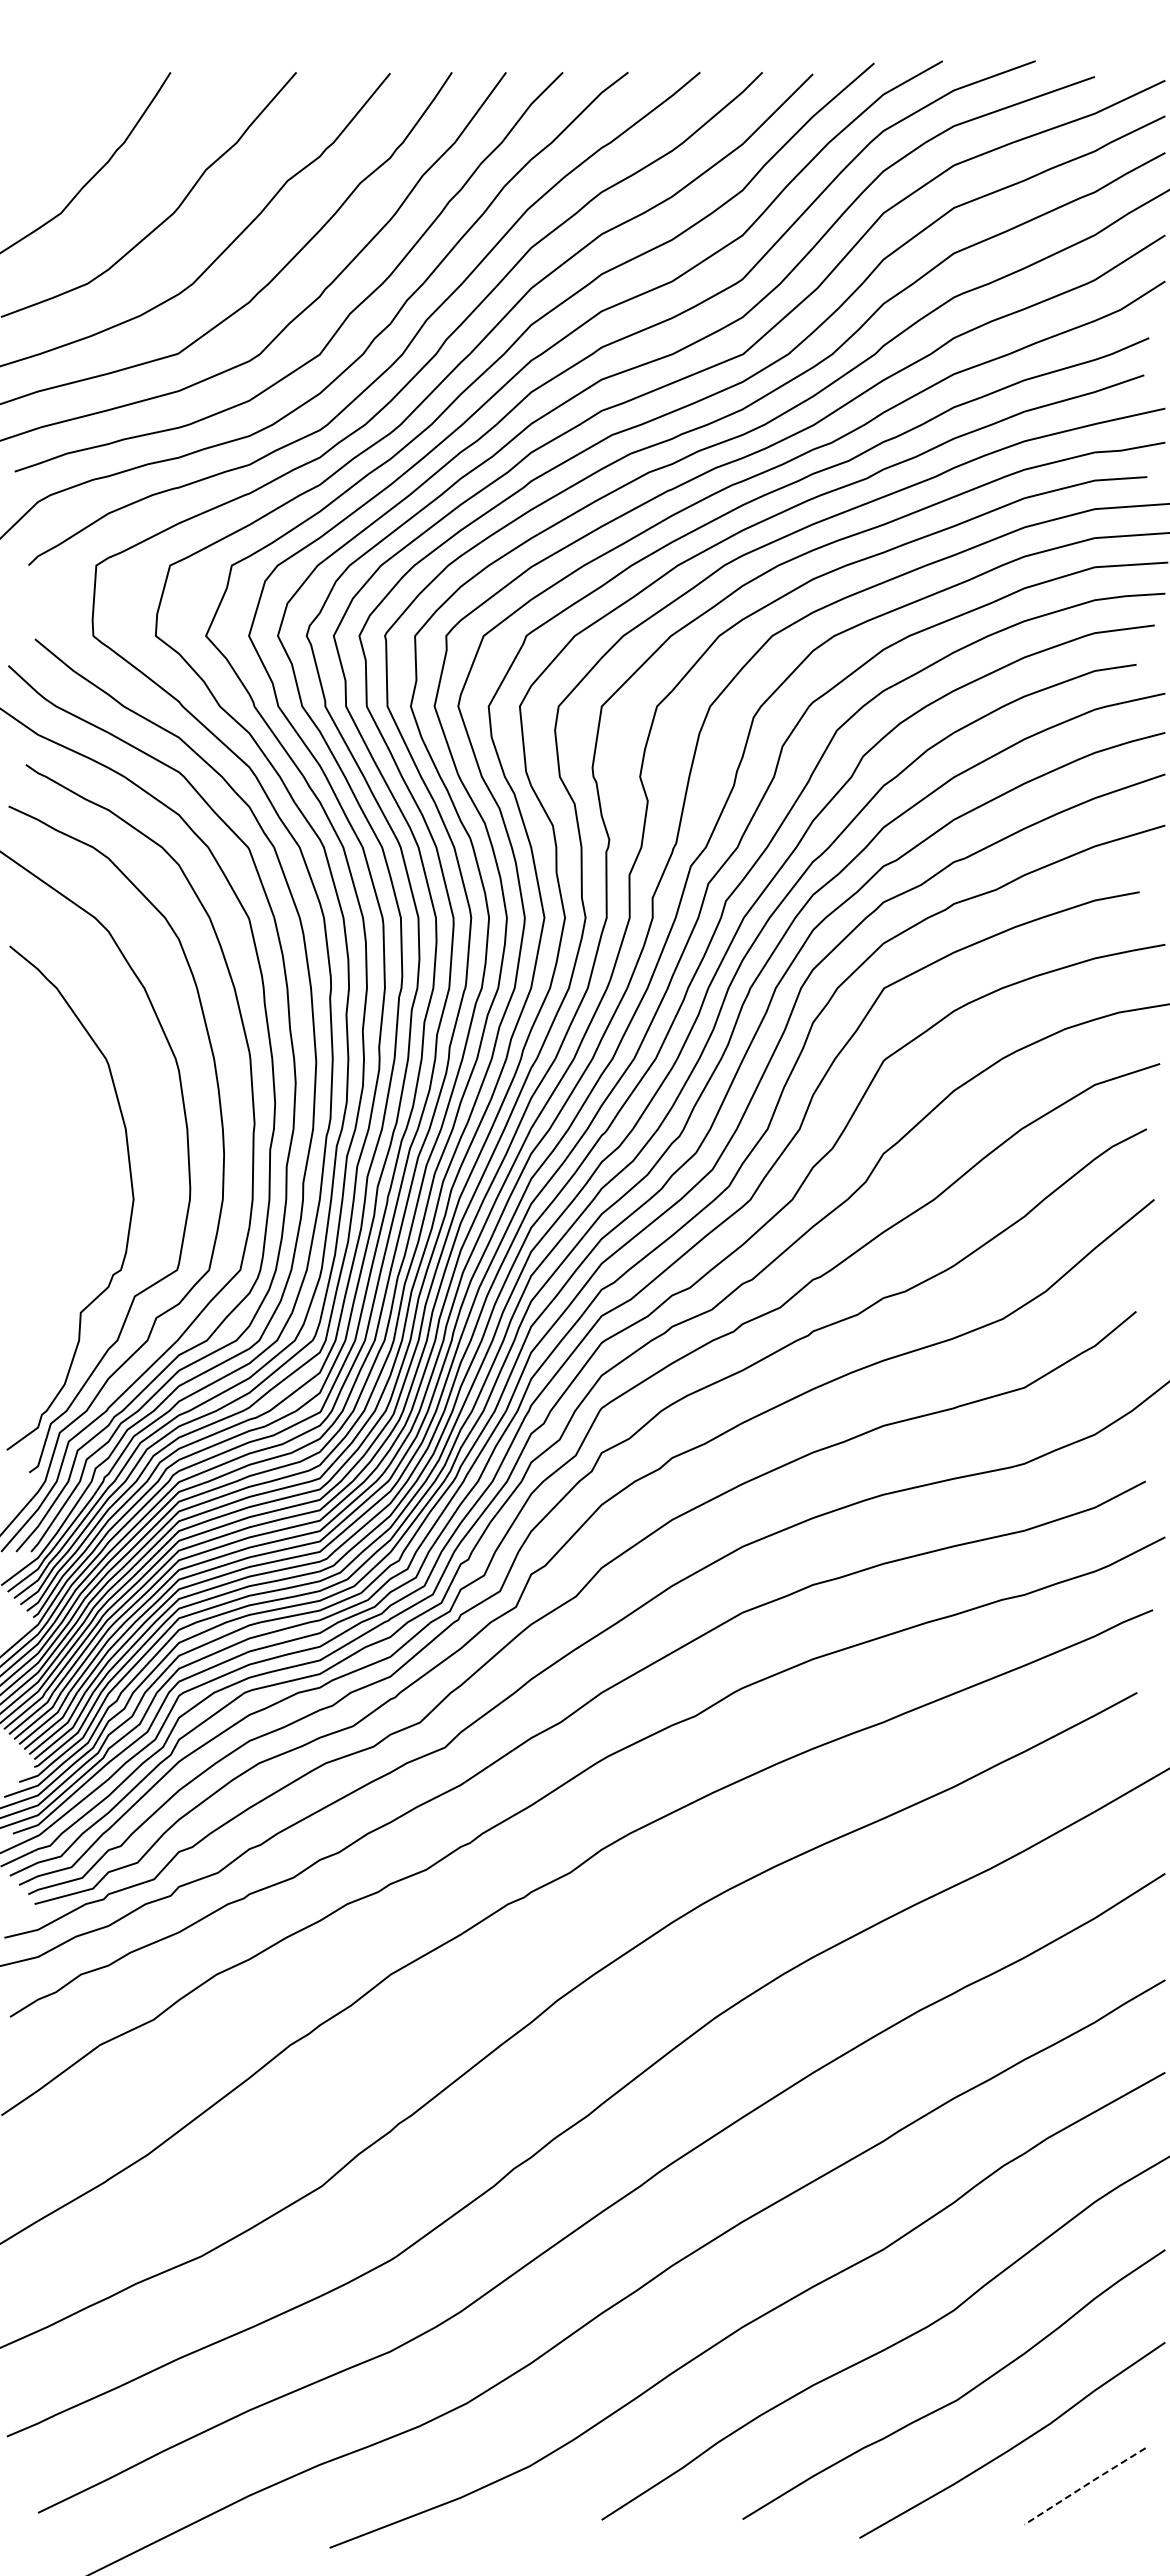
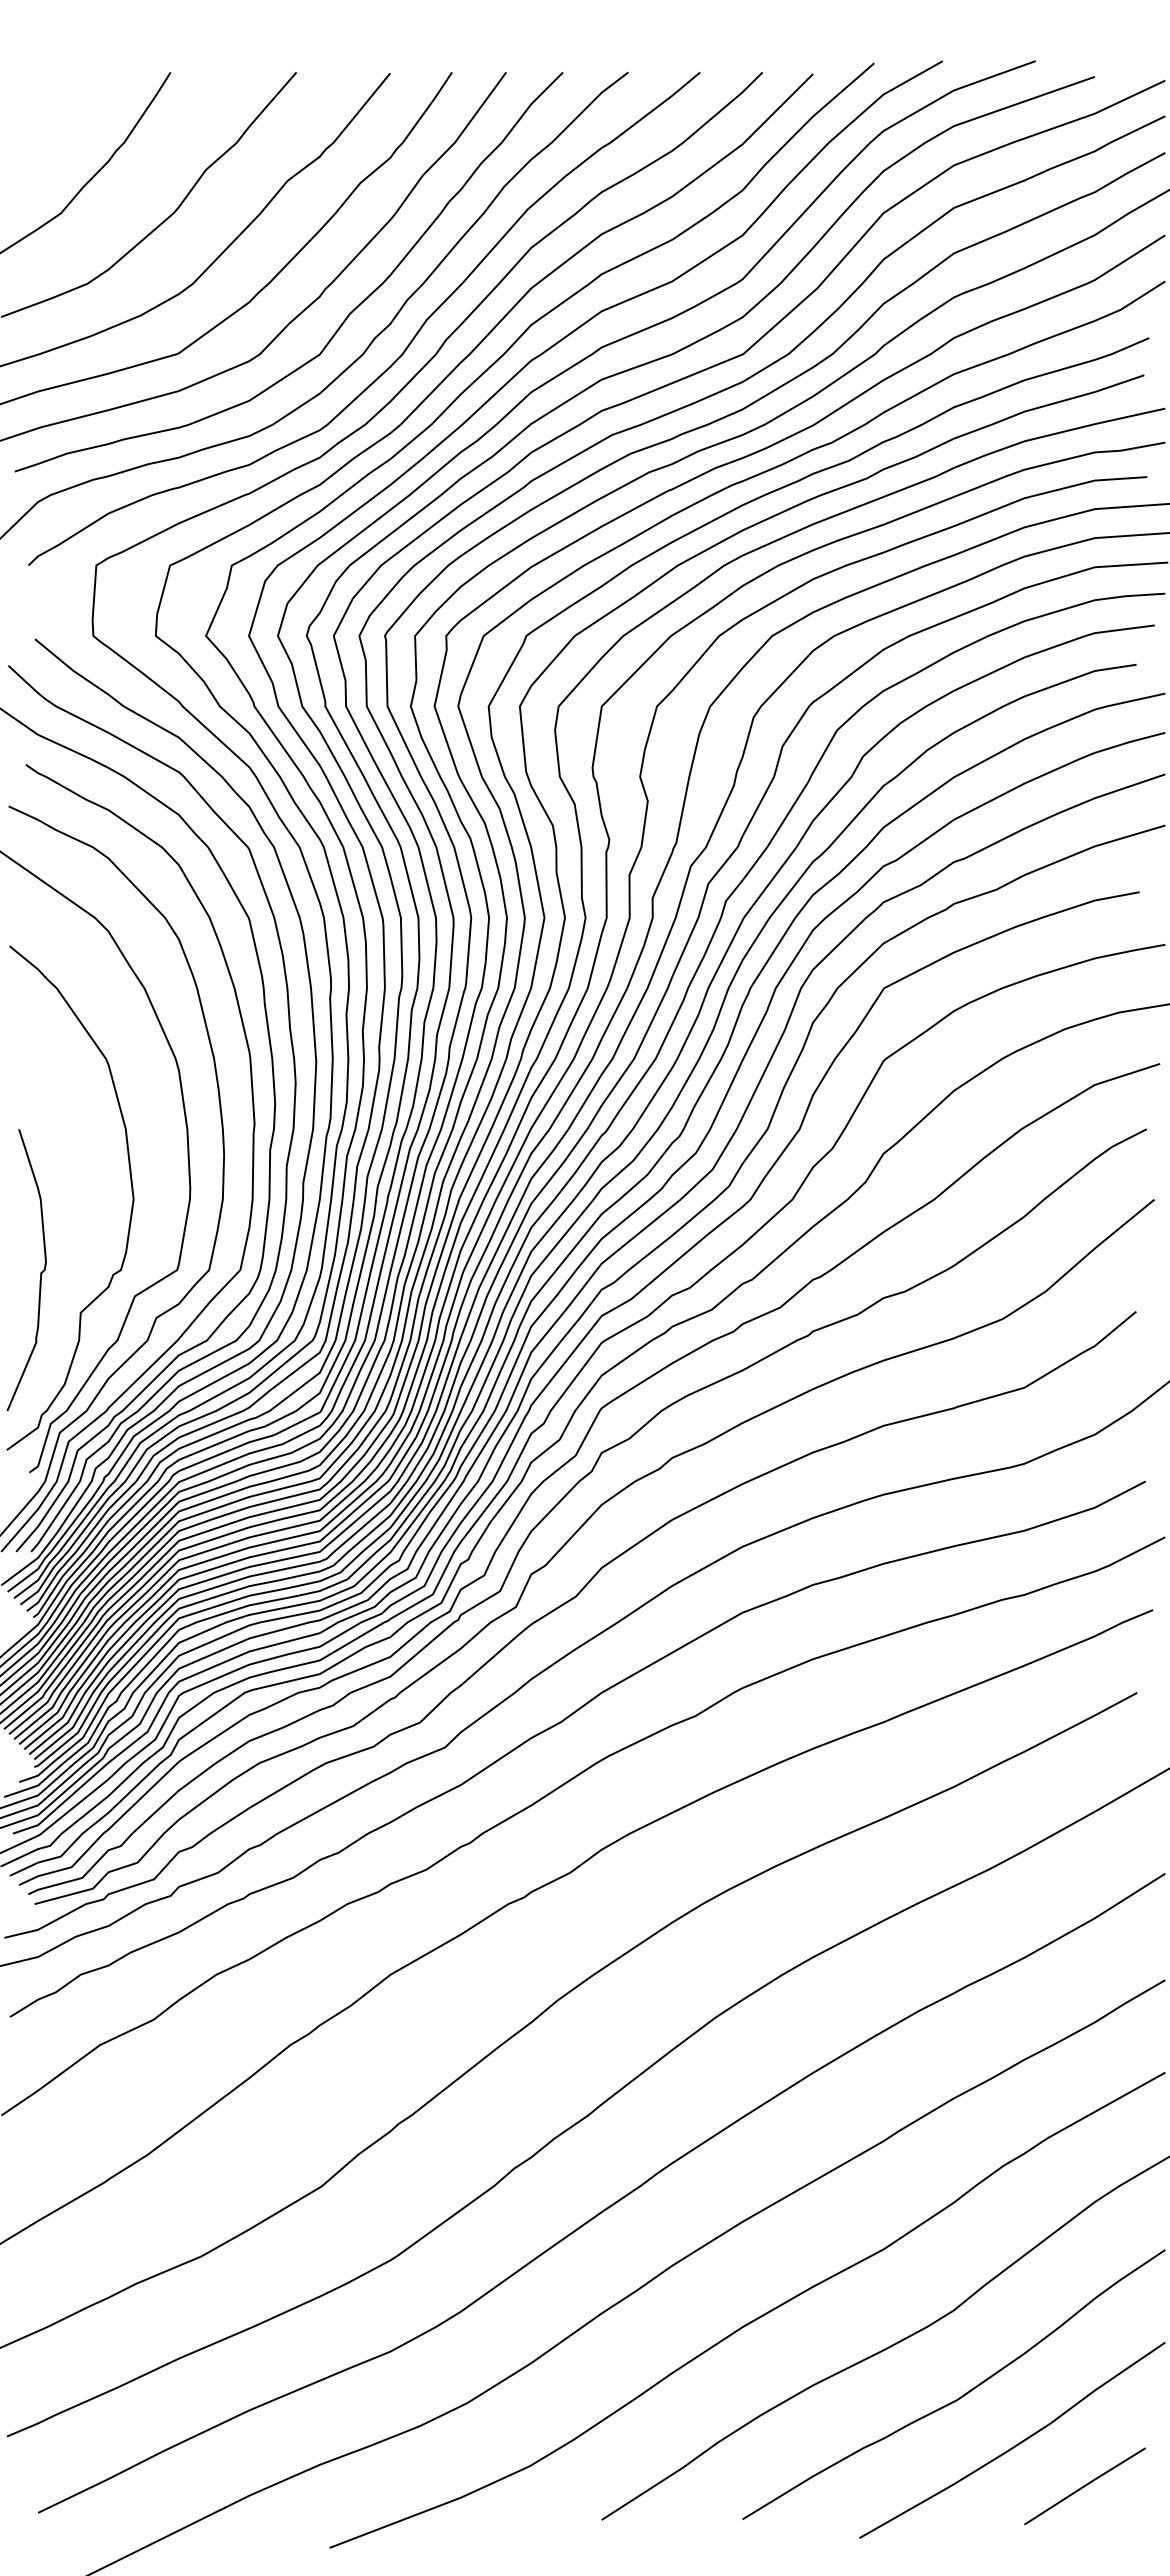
curve at (40, 1272): none -> present
line at (1084, 2486): dashed -> solid
